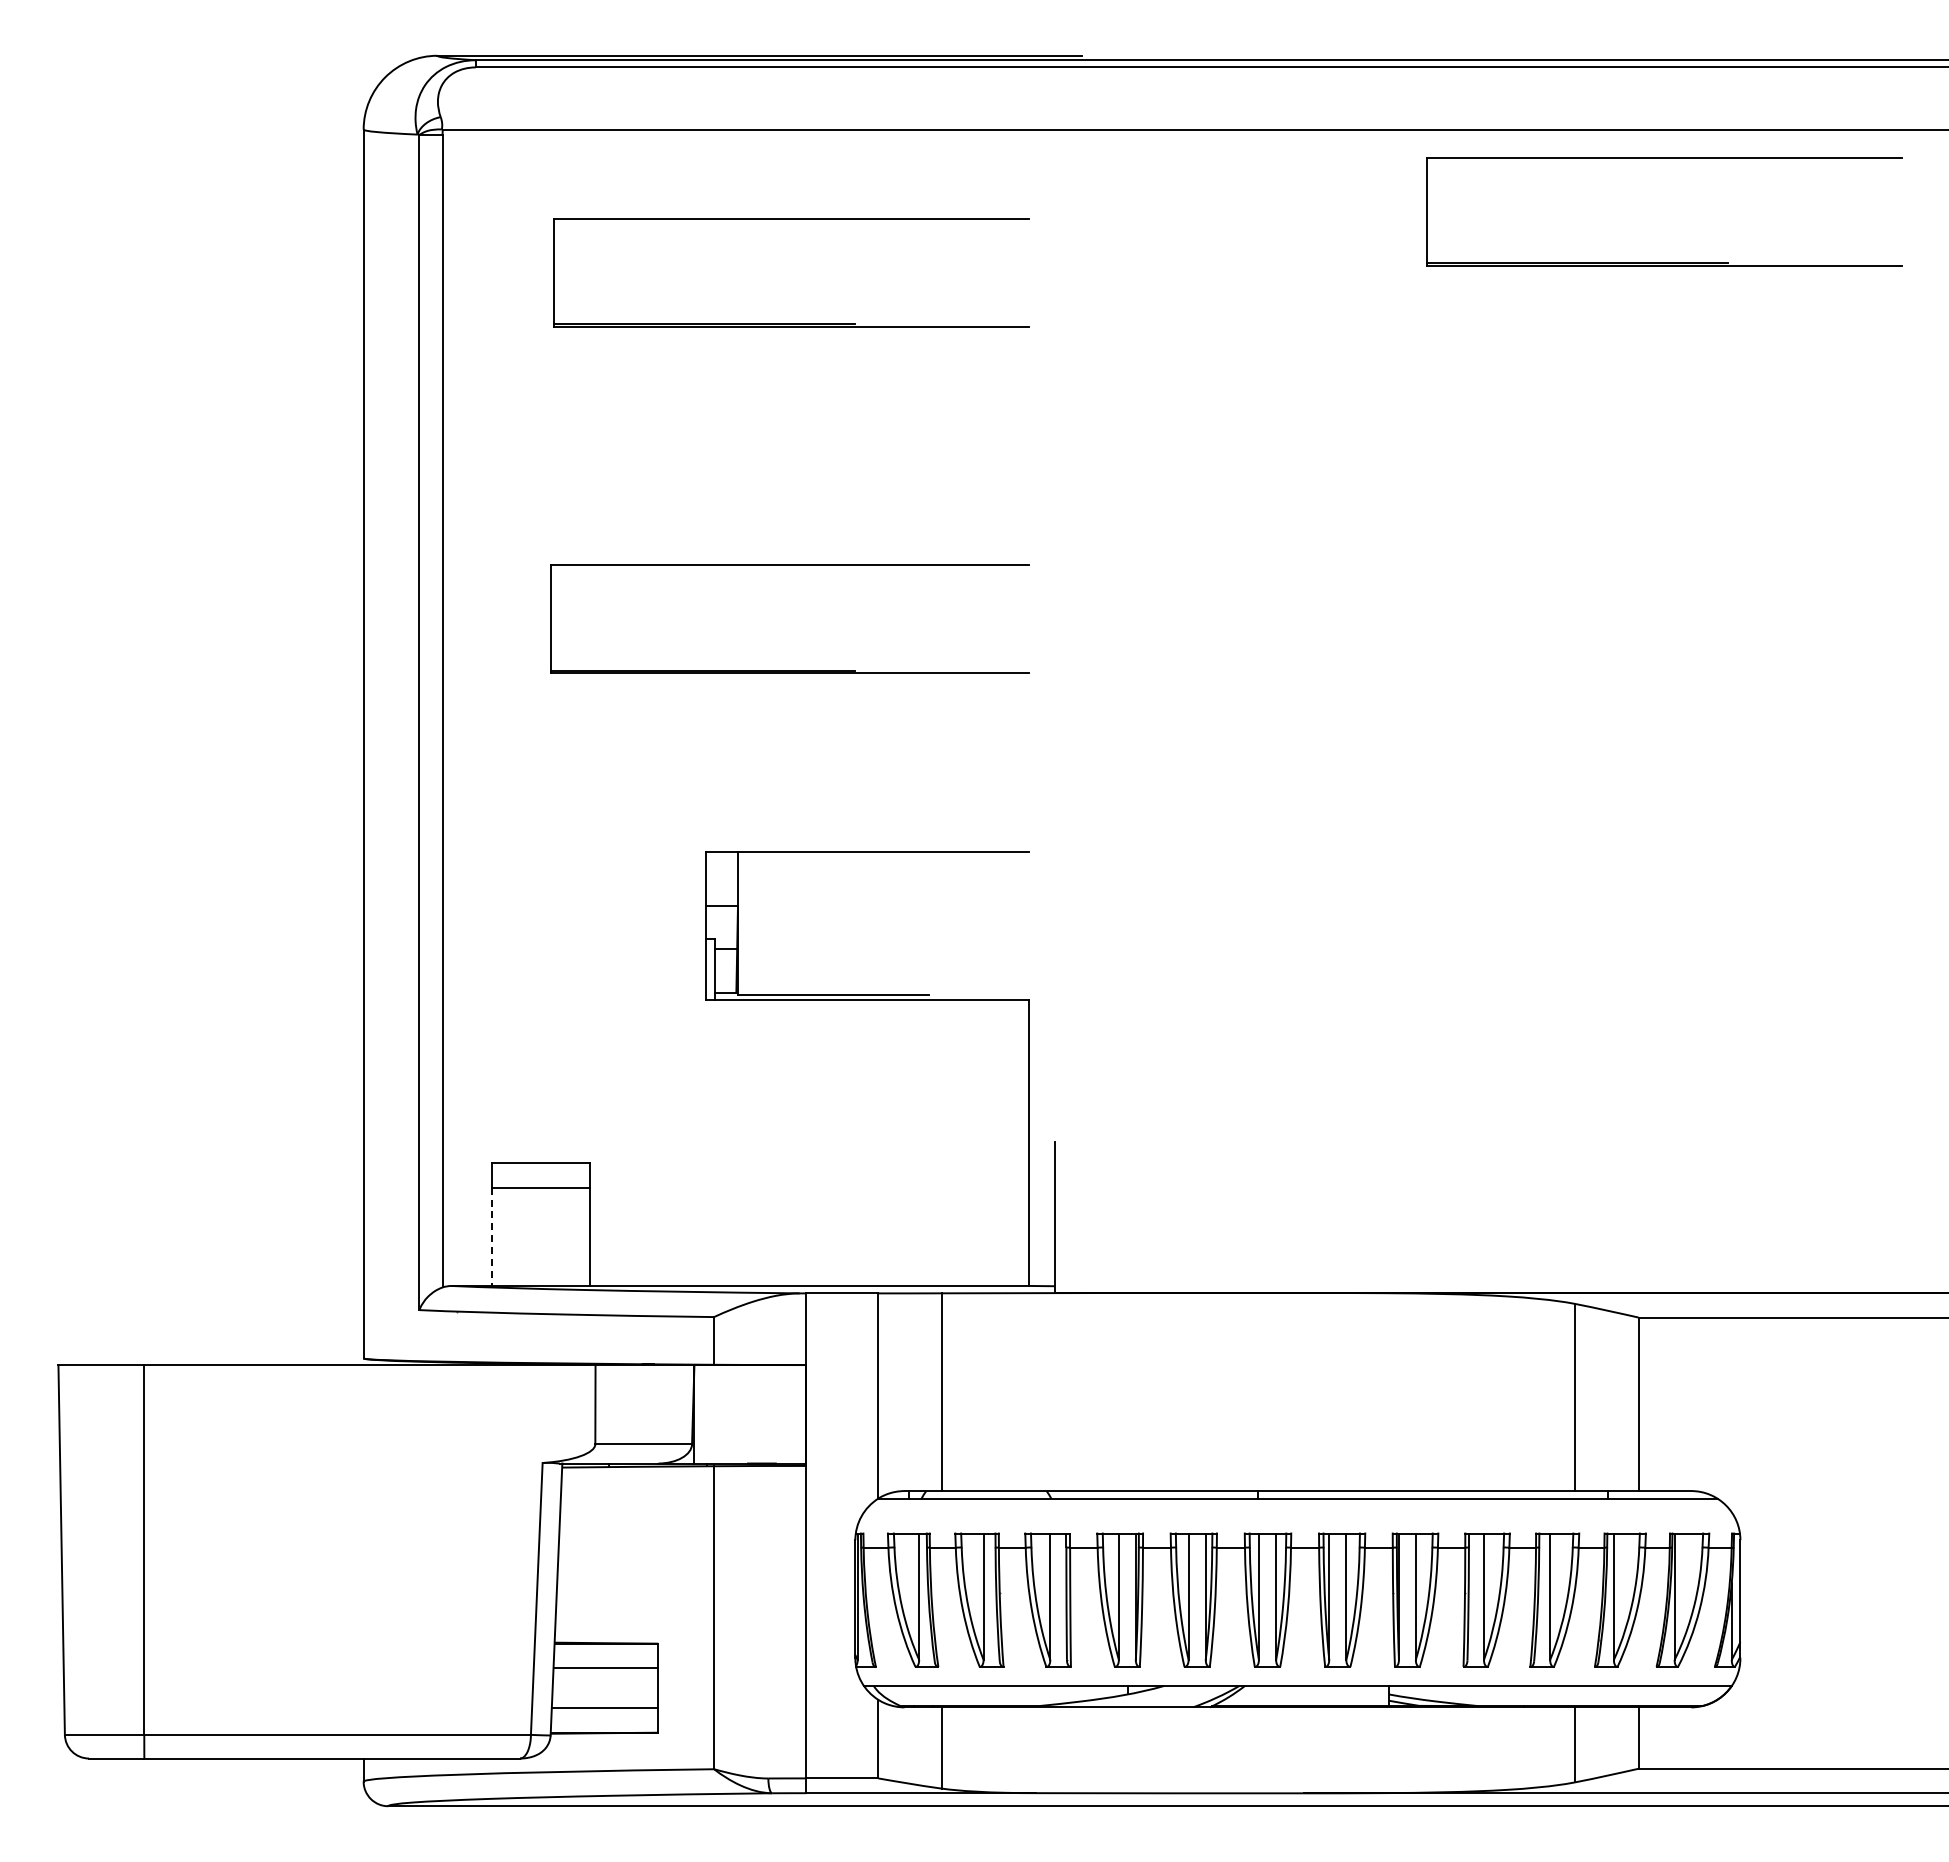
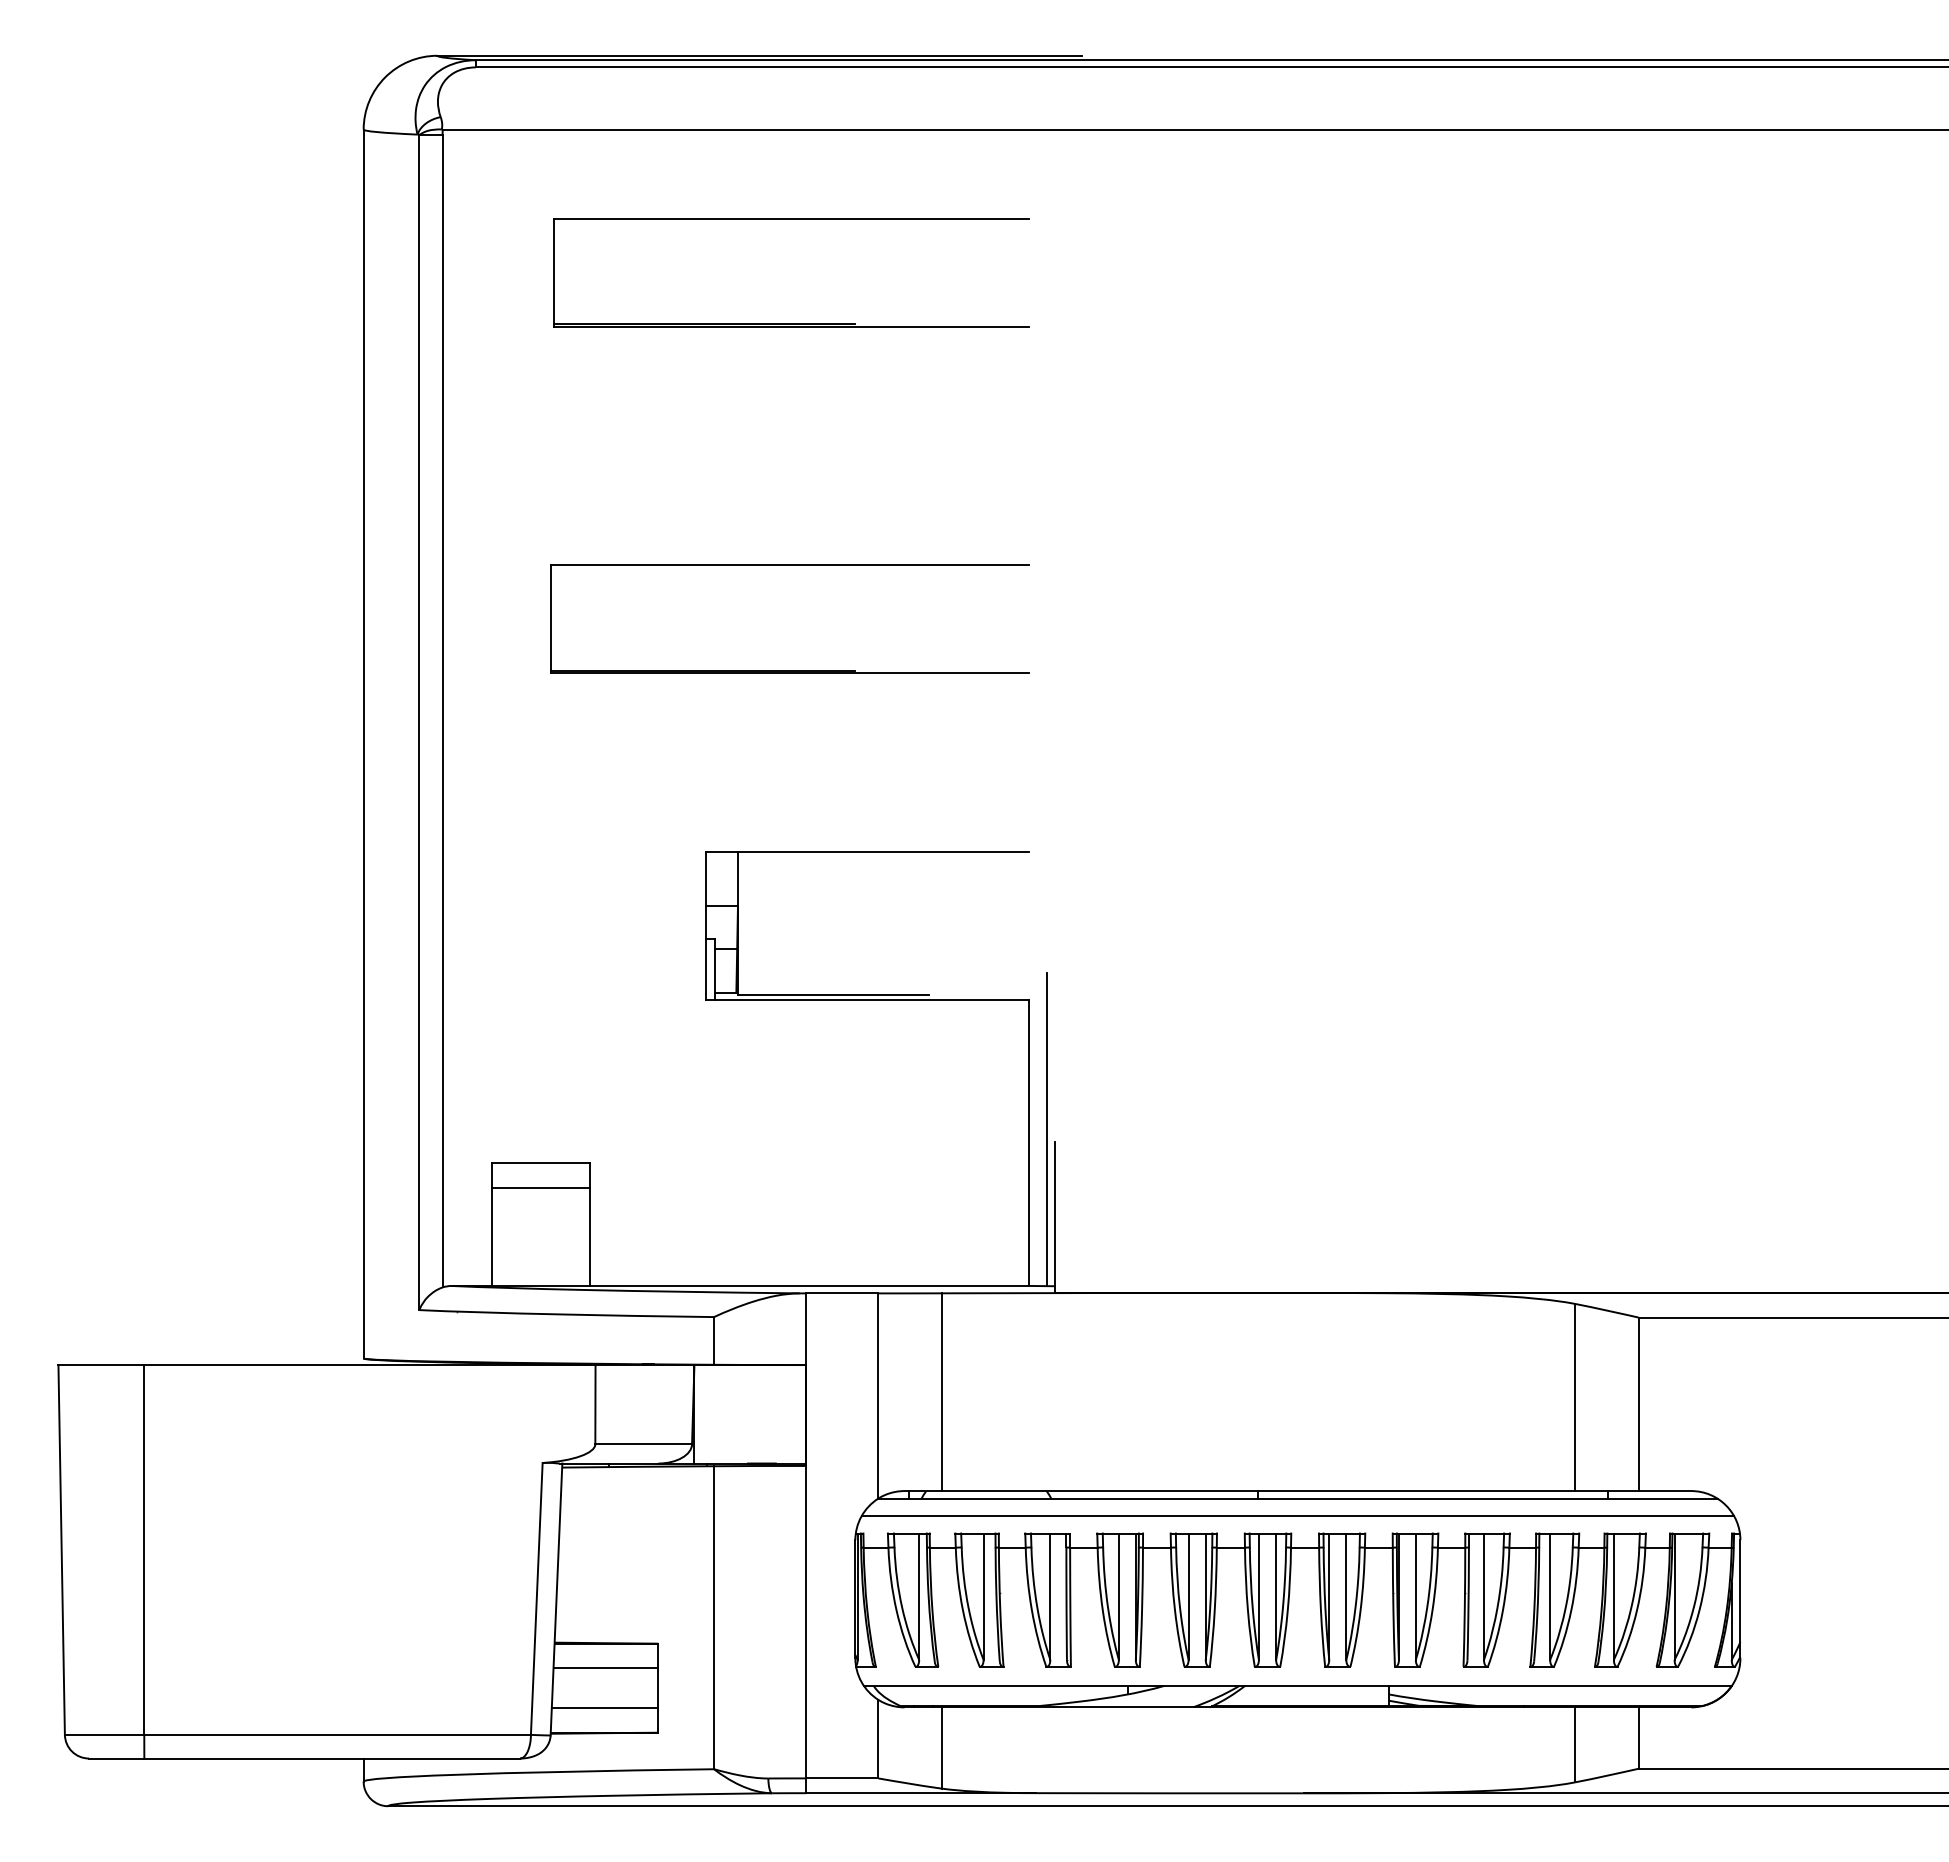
part at (1664, 262): present -> none
line at (1046, 1129): none -> present
line at (491, 1237): dashed -> solid
line at (1297, 1516): none -> present
